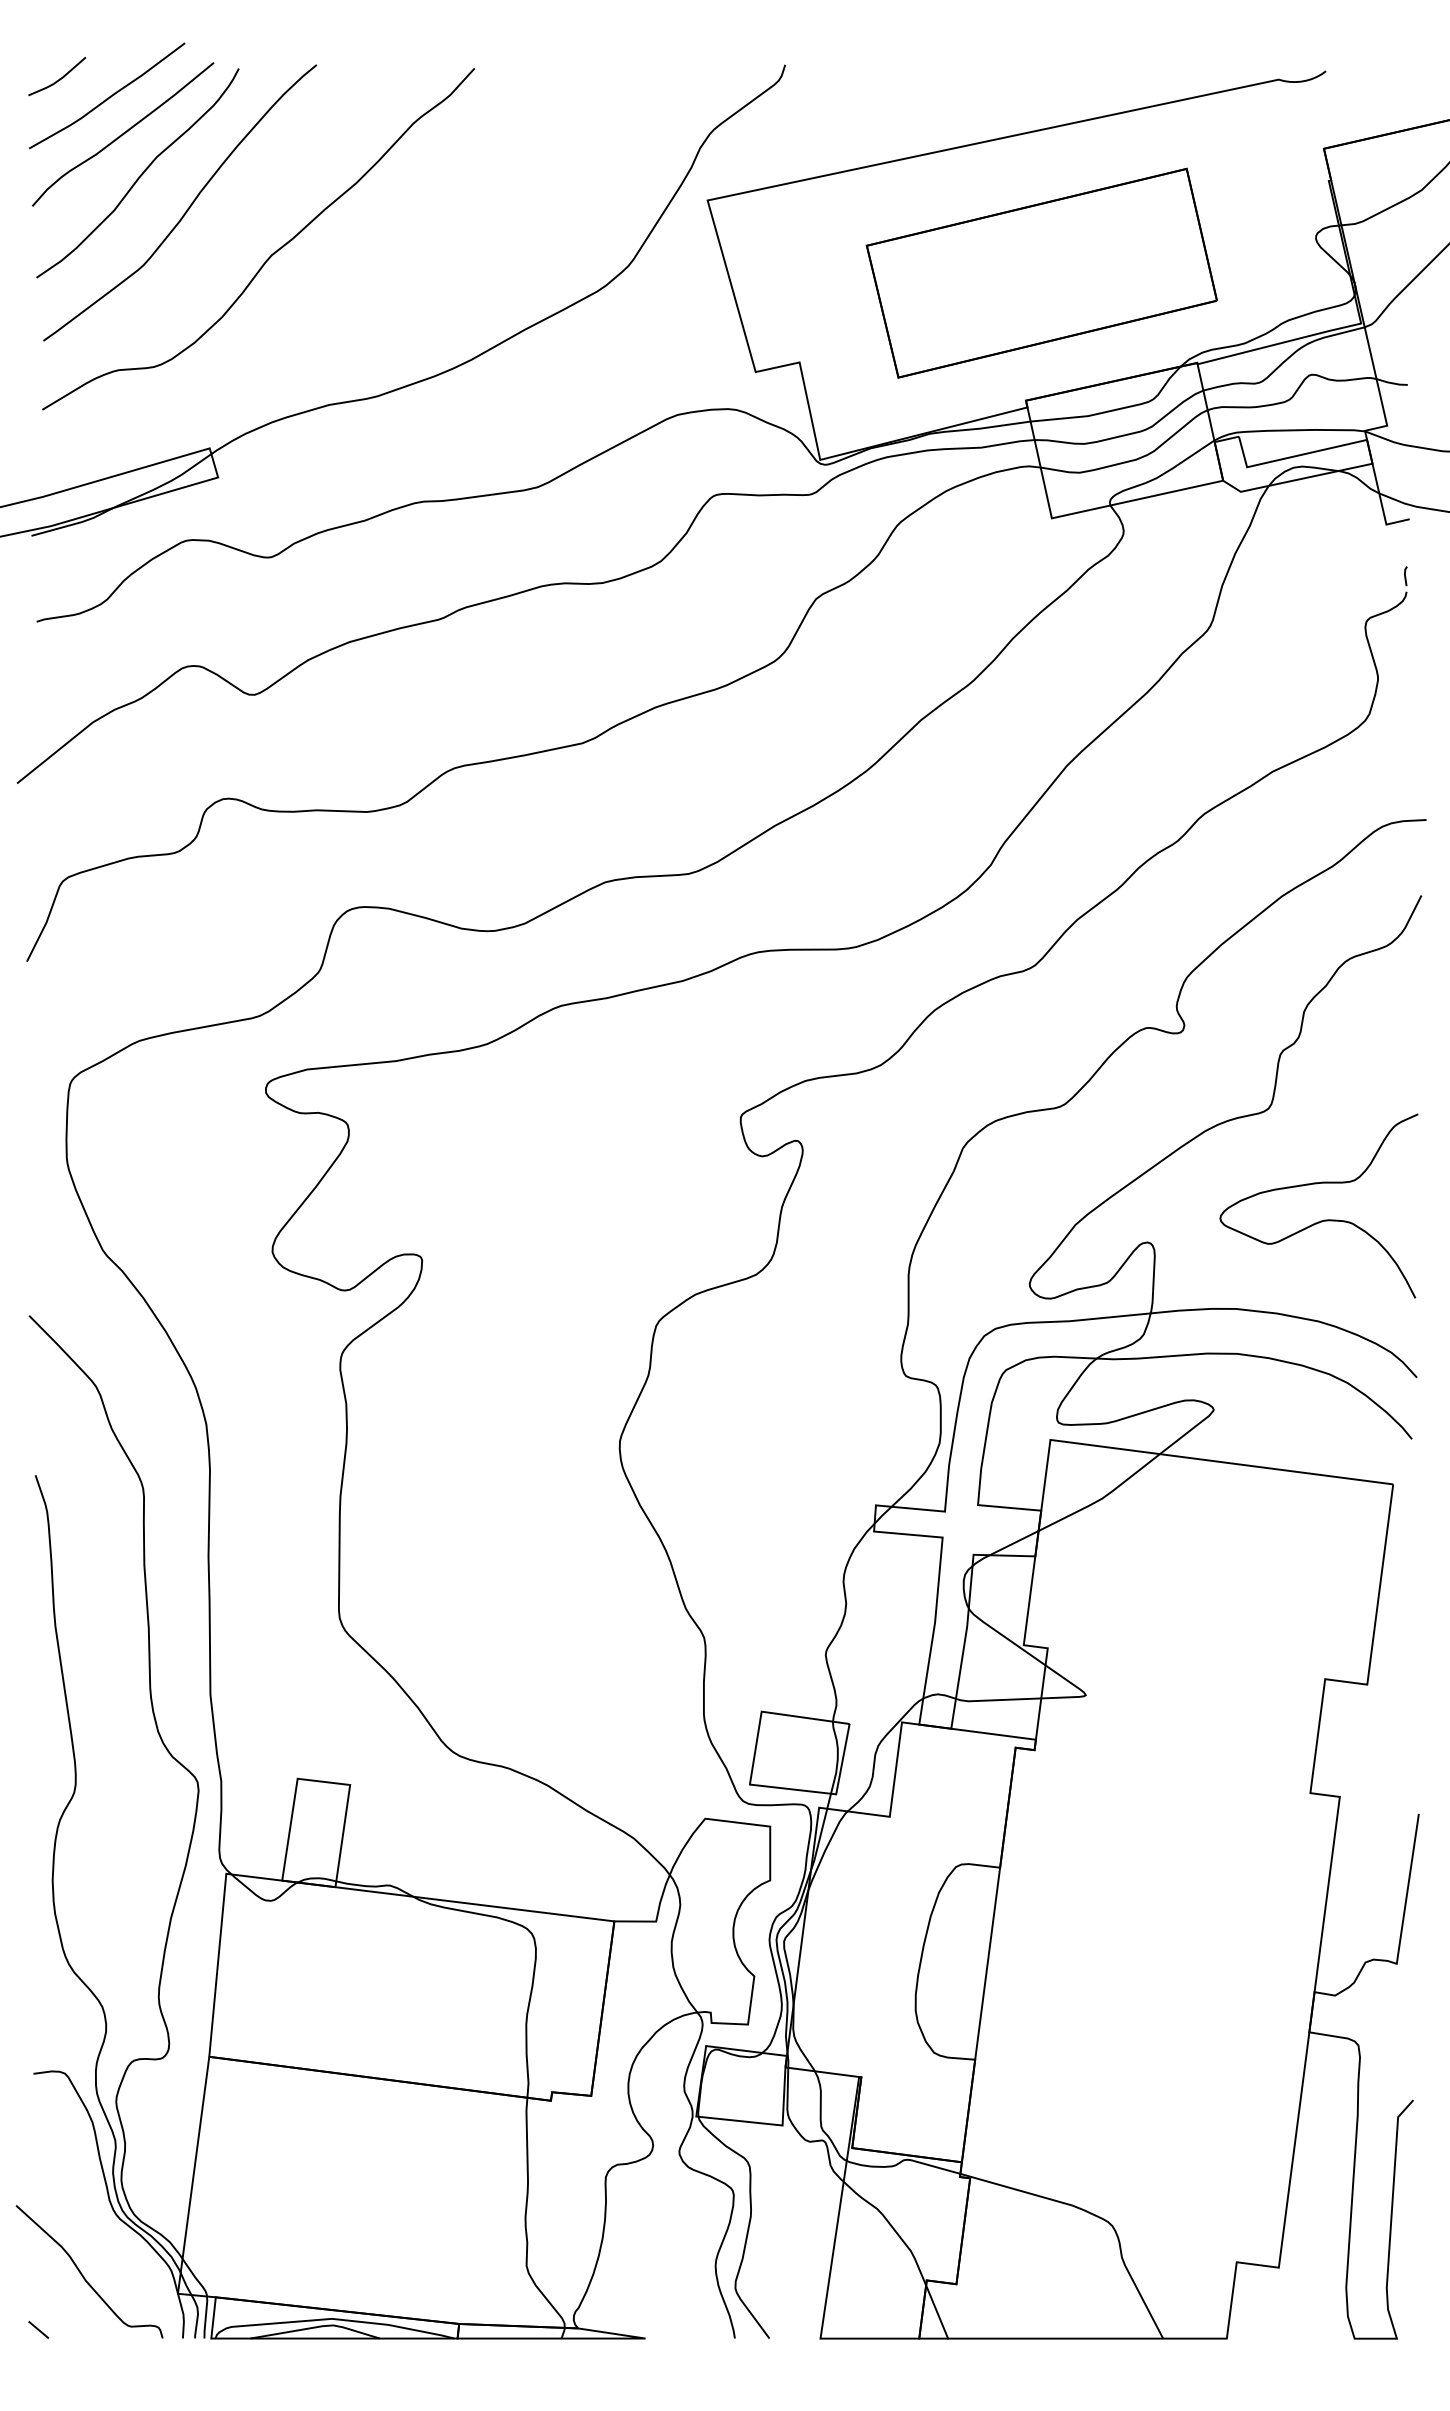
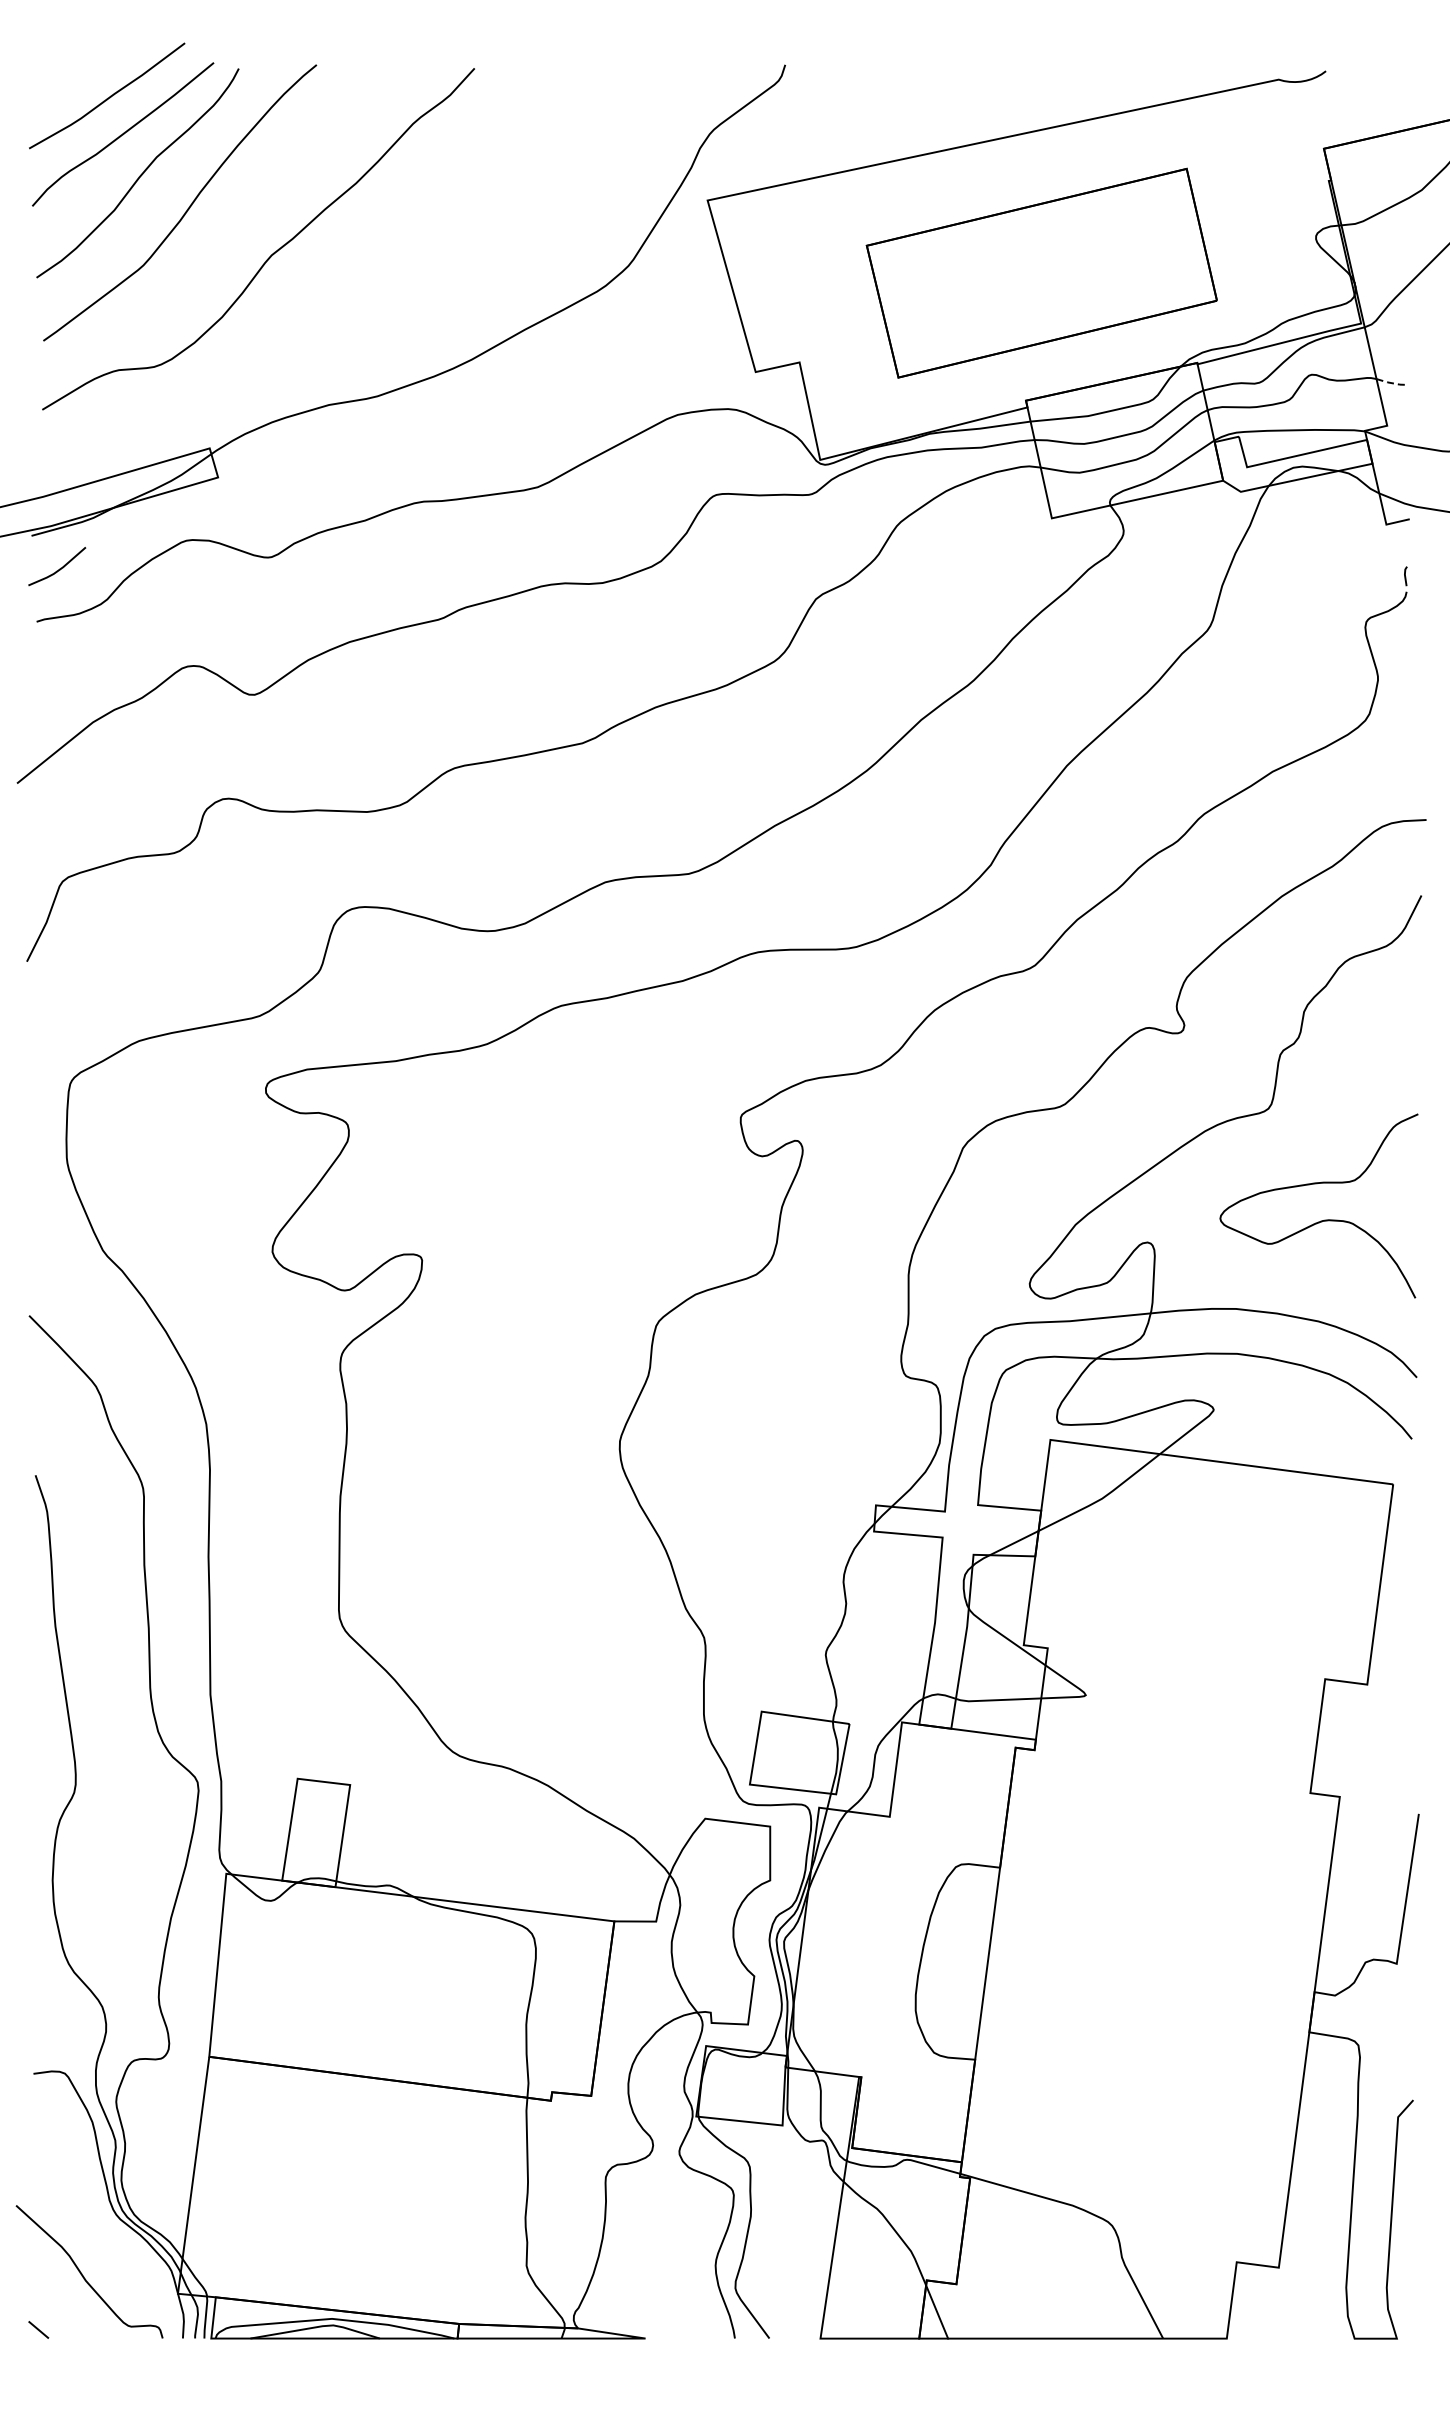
line at (59, 78) position: (59, 78) -> (59, 568)
line at (1392, 383): solid -> dashed
